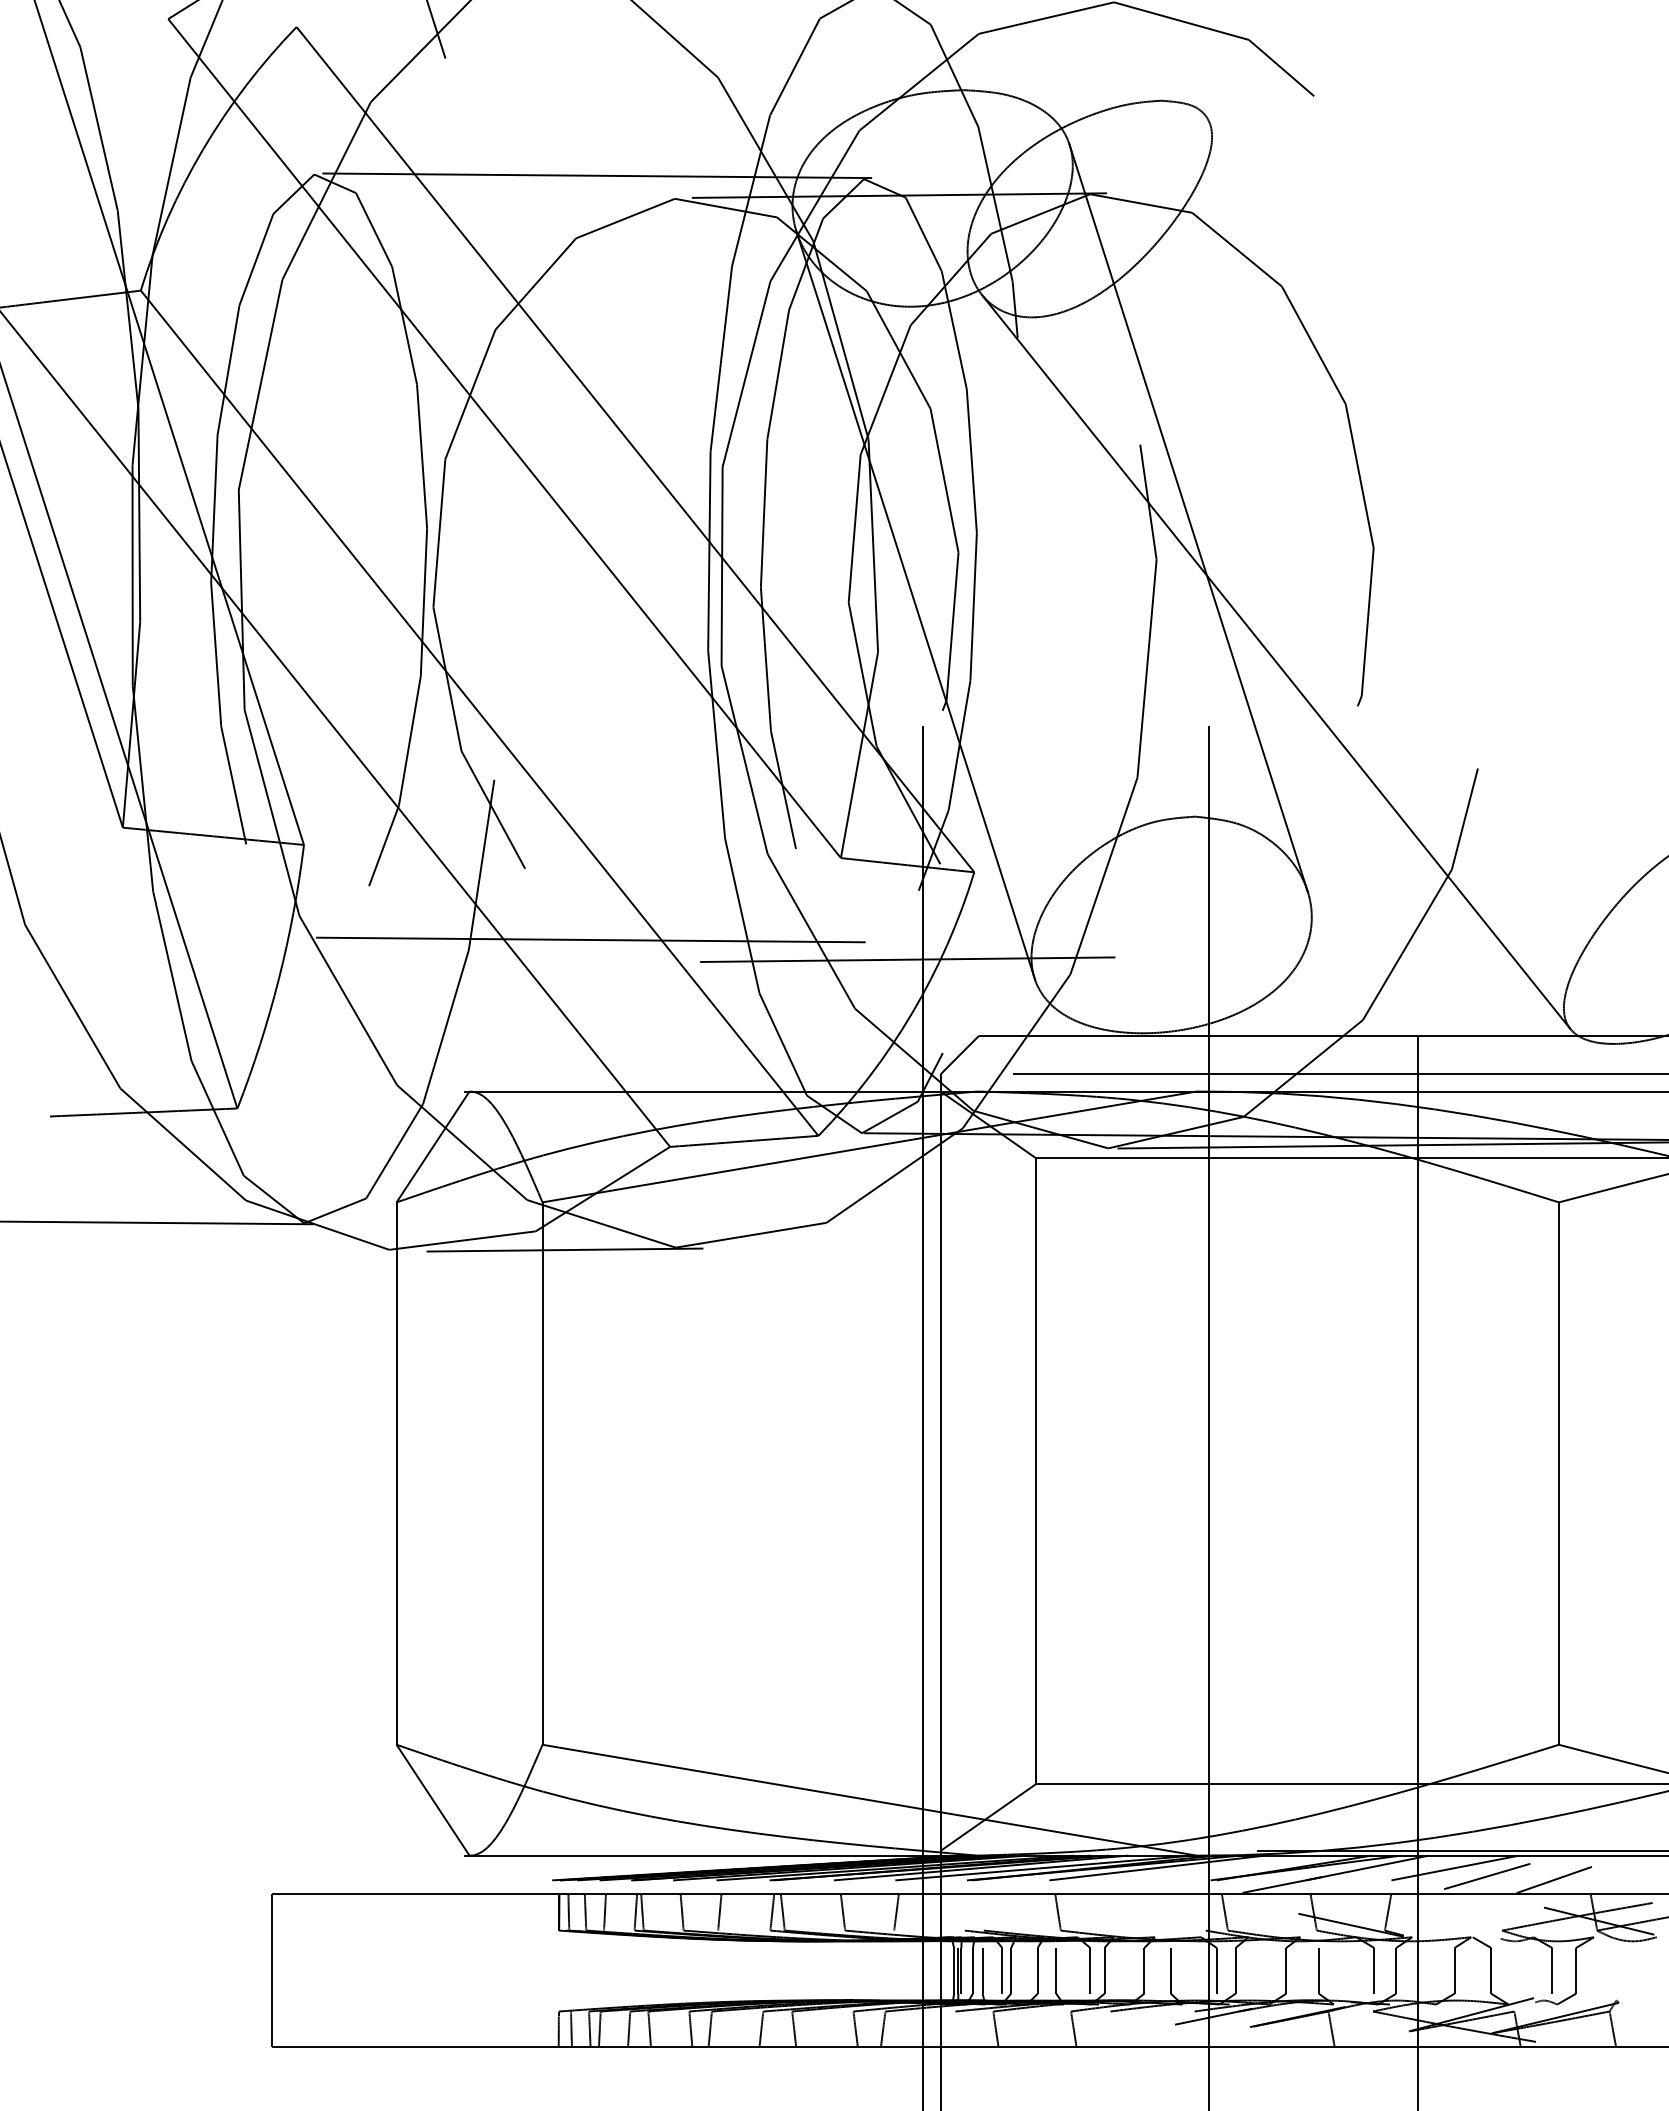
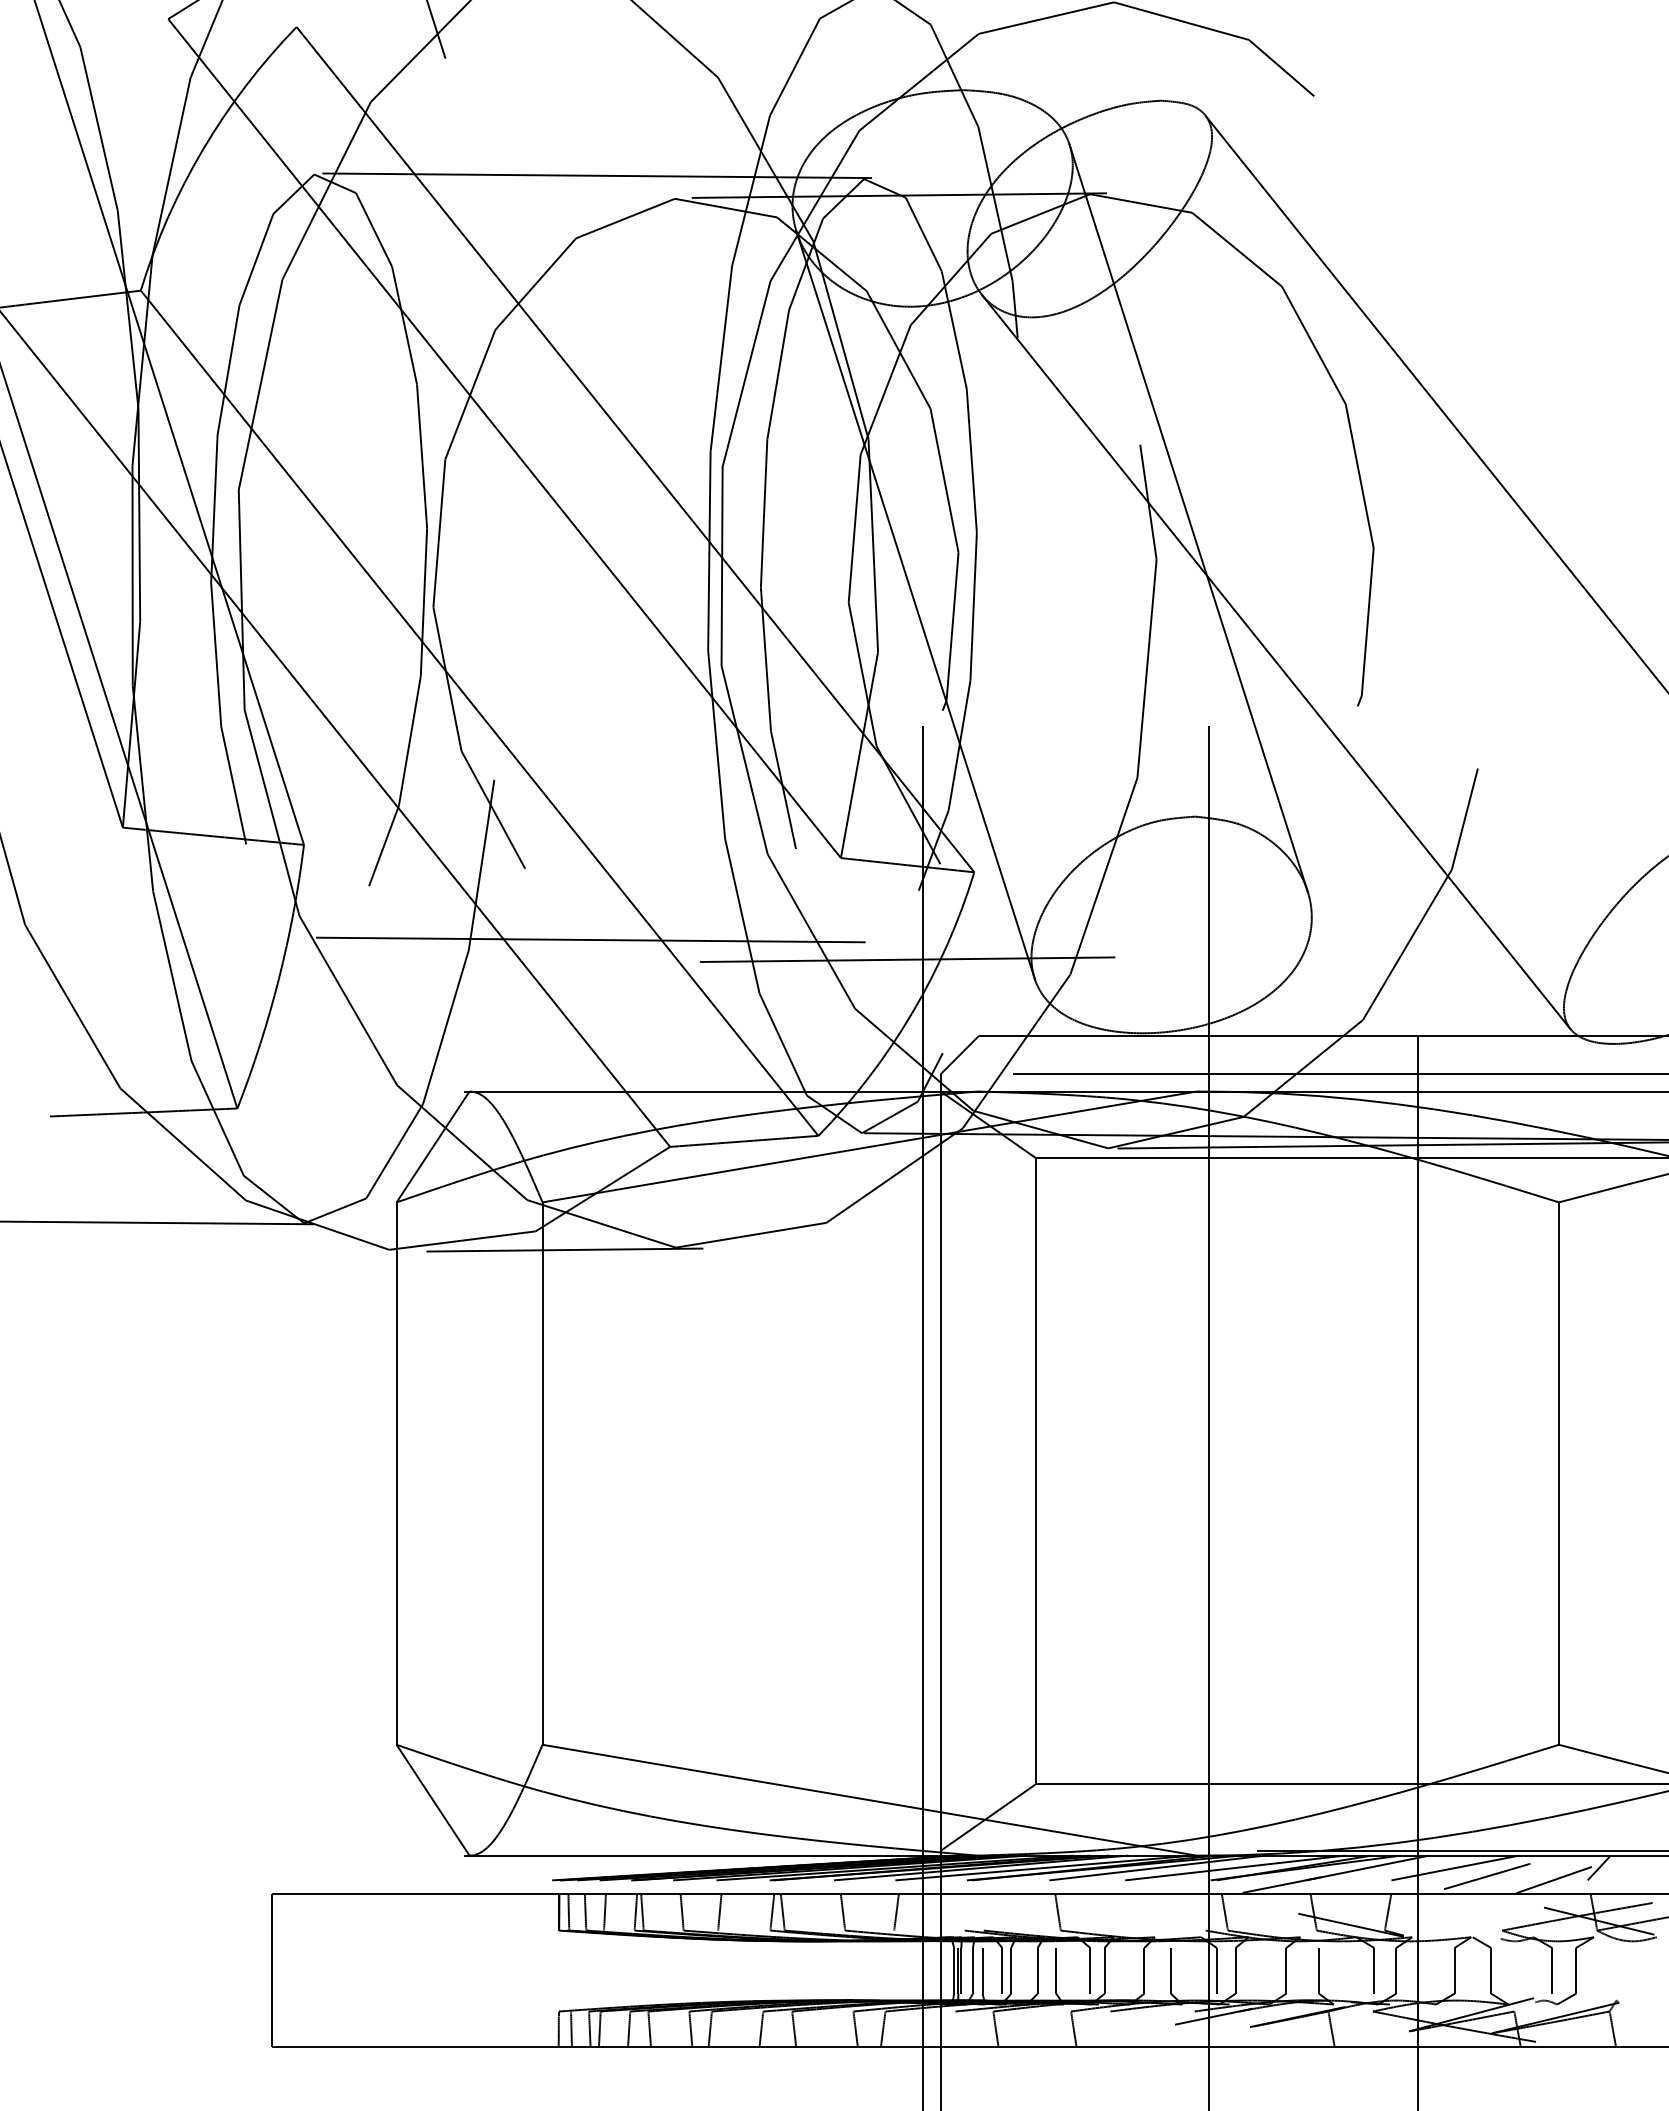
line at (1435, 402): none -> present
line at (1234, 1867): none -> present
line at (1598, 1867): none -> present
